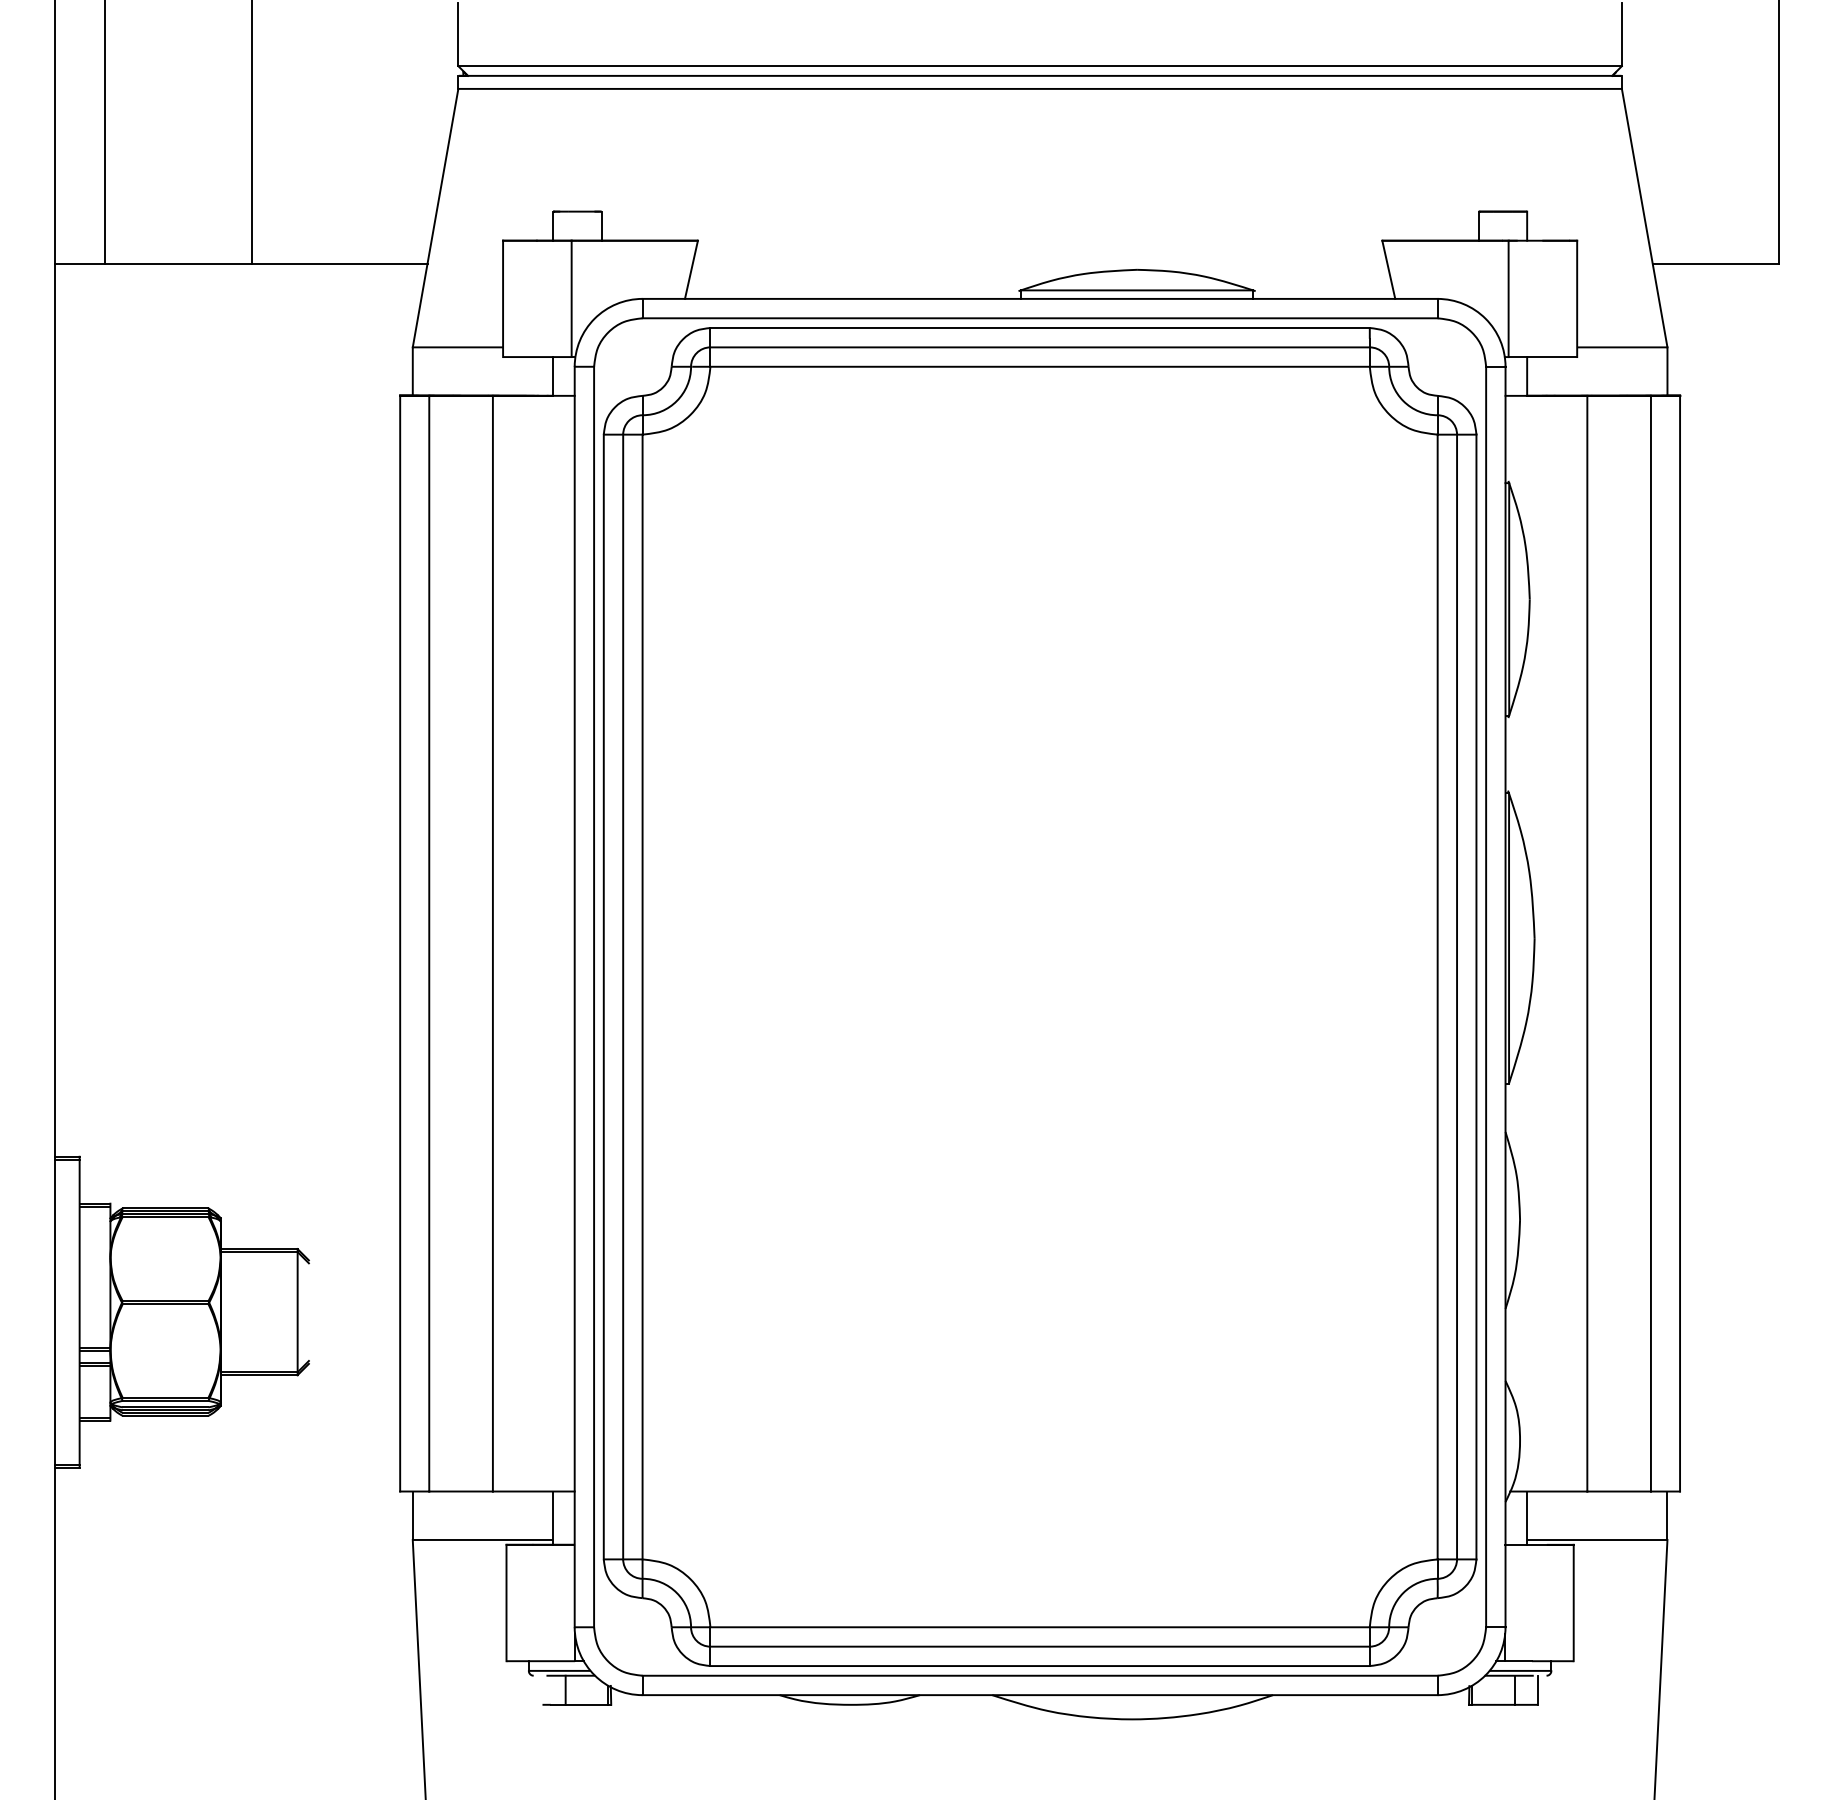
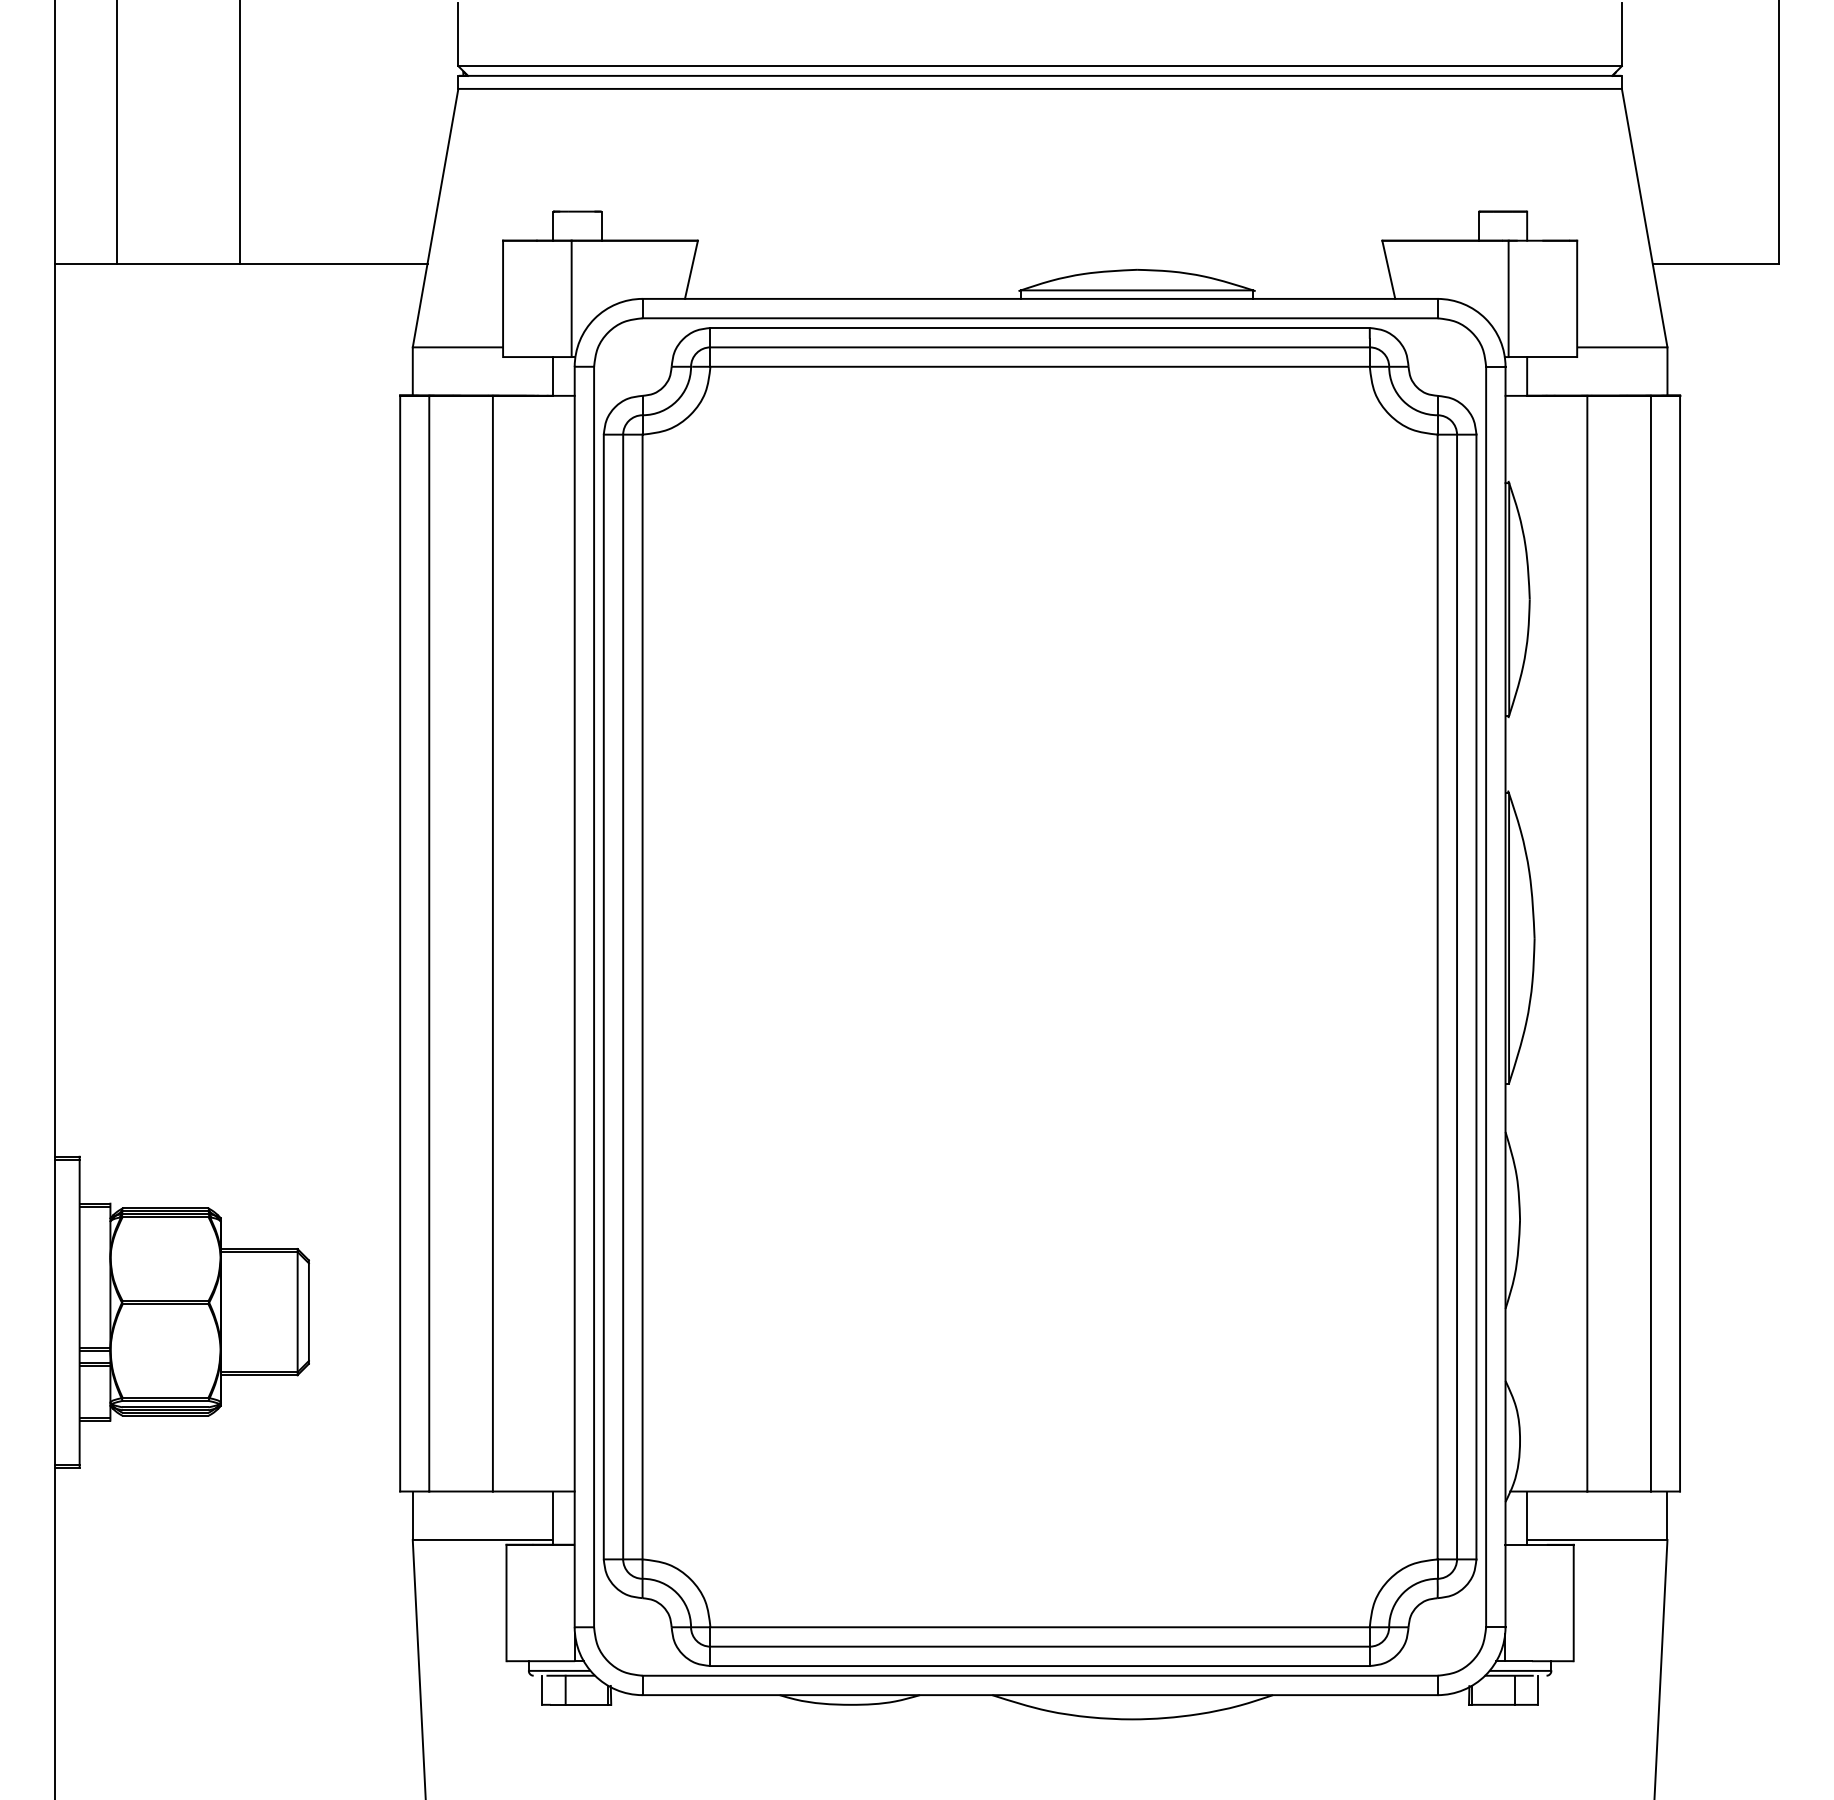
line at (104, 132) position: (104, 132) -> (116, 132)
line at (251, 132) position: (251, 132) -> (239, 132)
line at (308, 1311): none -> present
line at (542, 1689): none -> present
